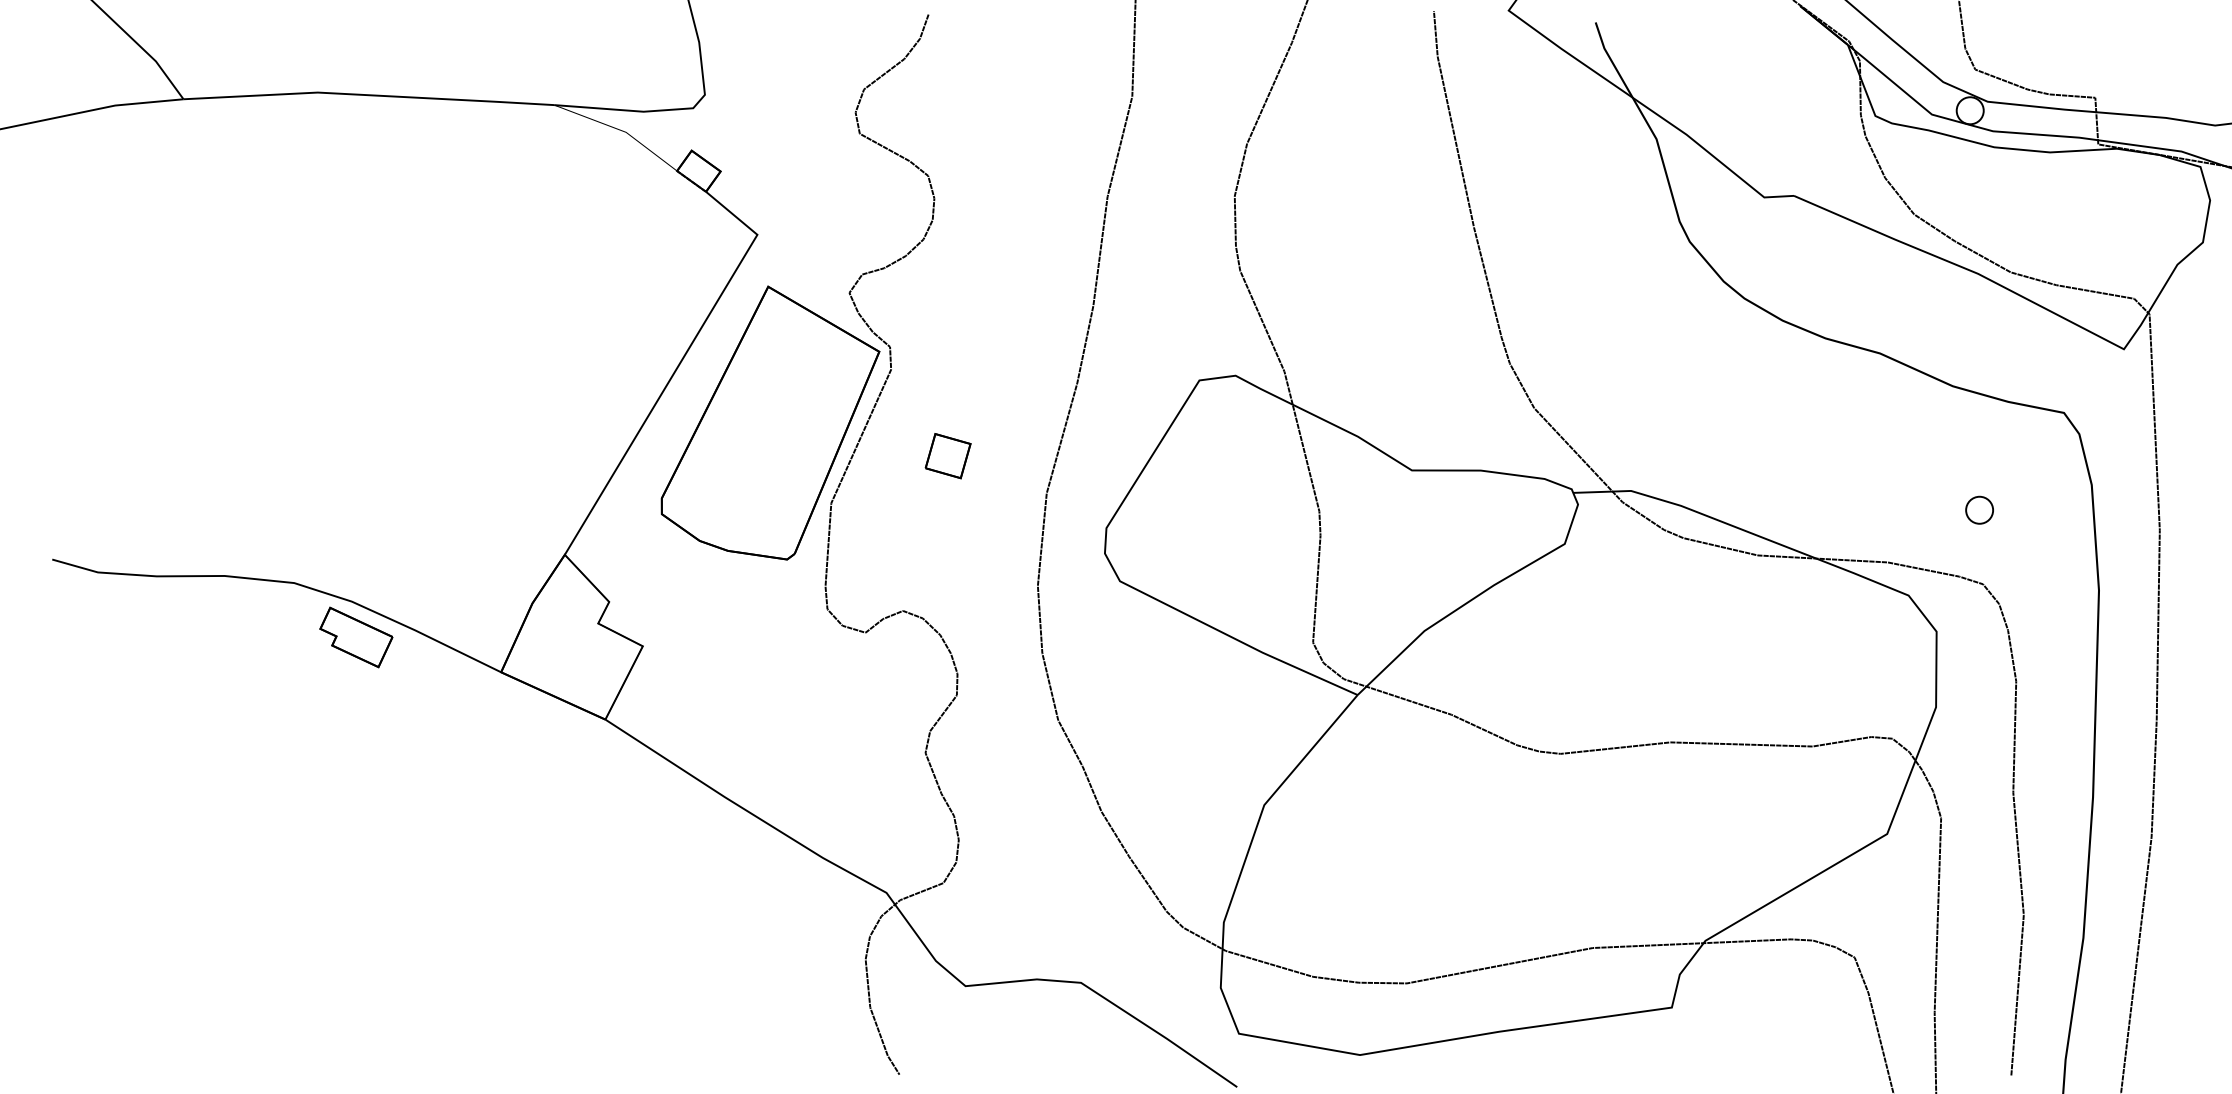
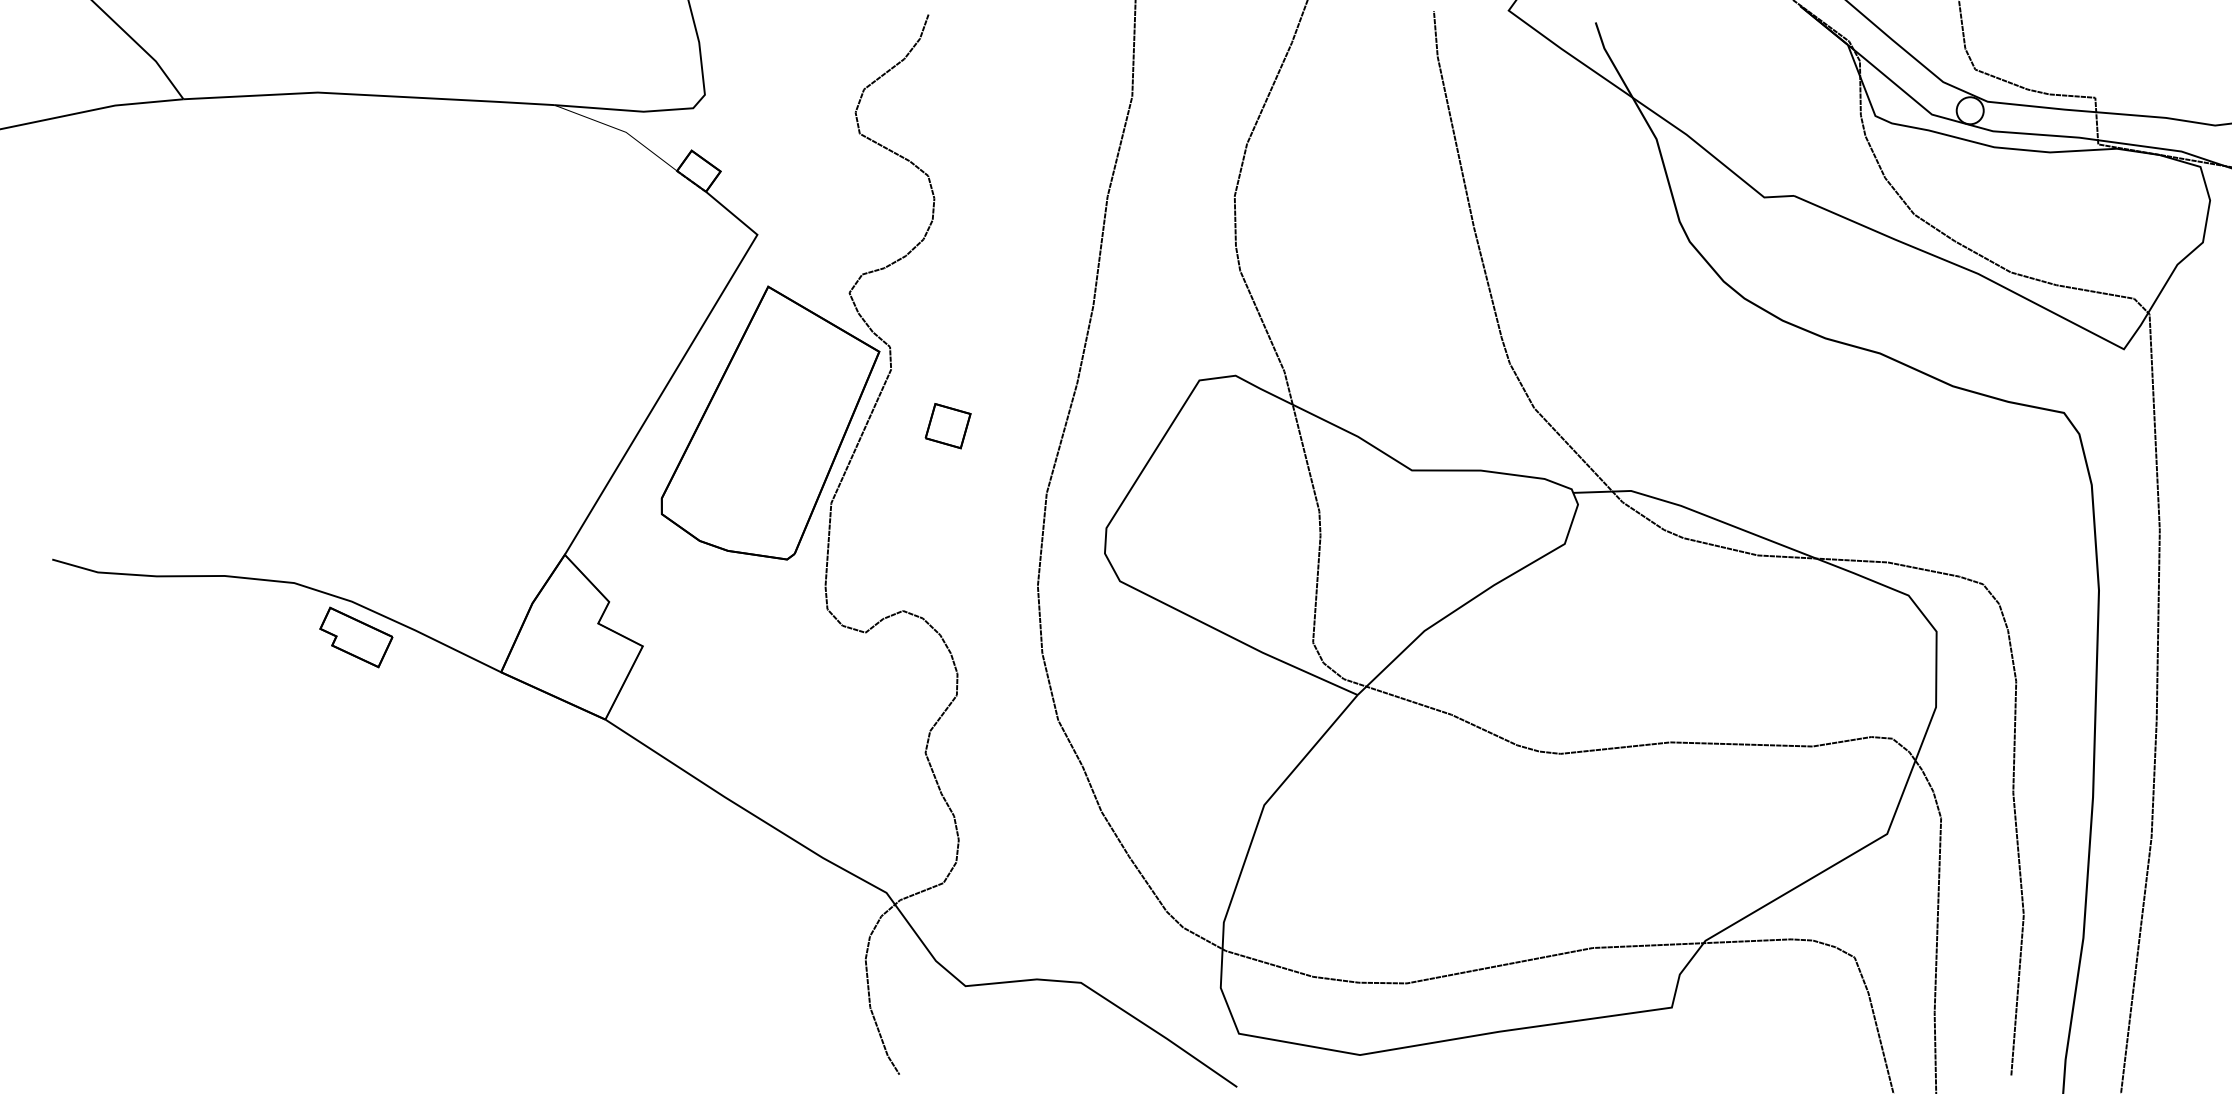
part at (947, 456) position: (947, 456) -> (947, 426)
part at (1979, 509): present -> none
